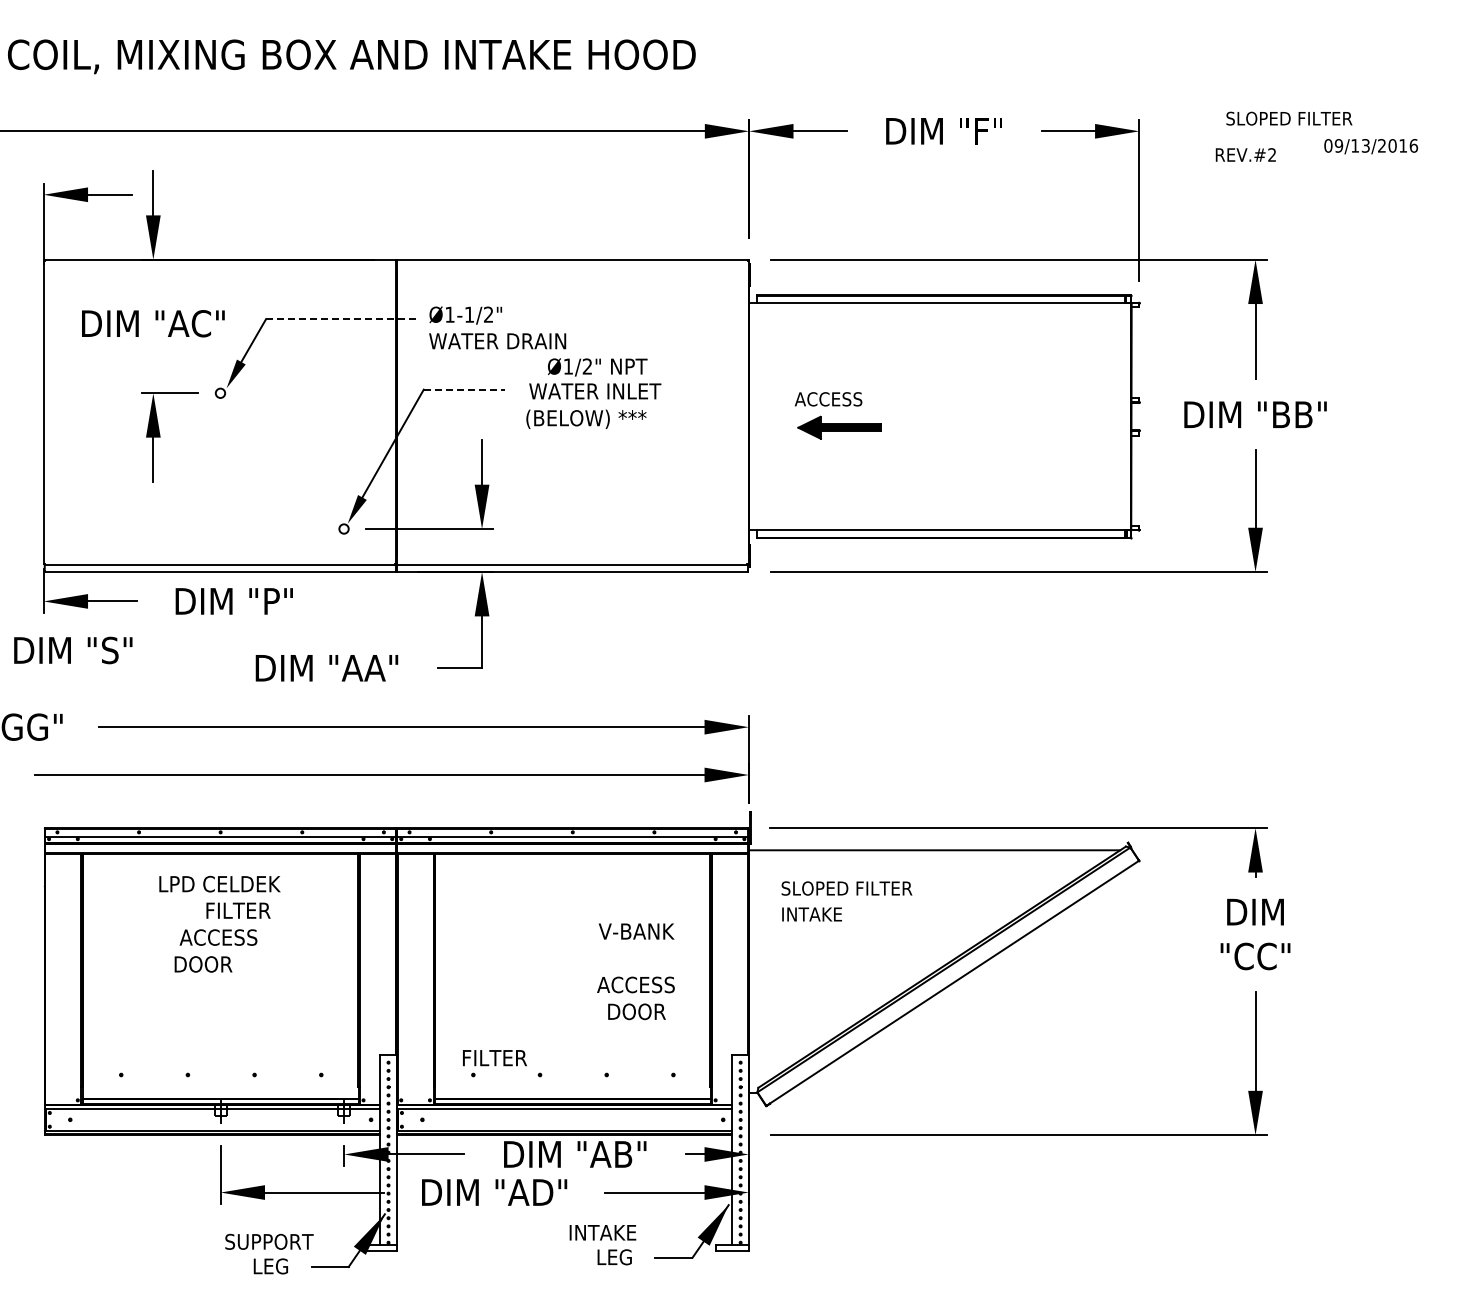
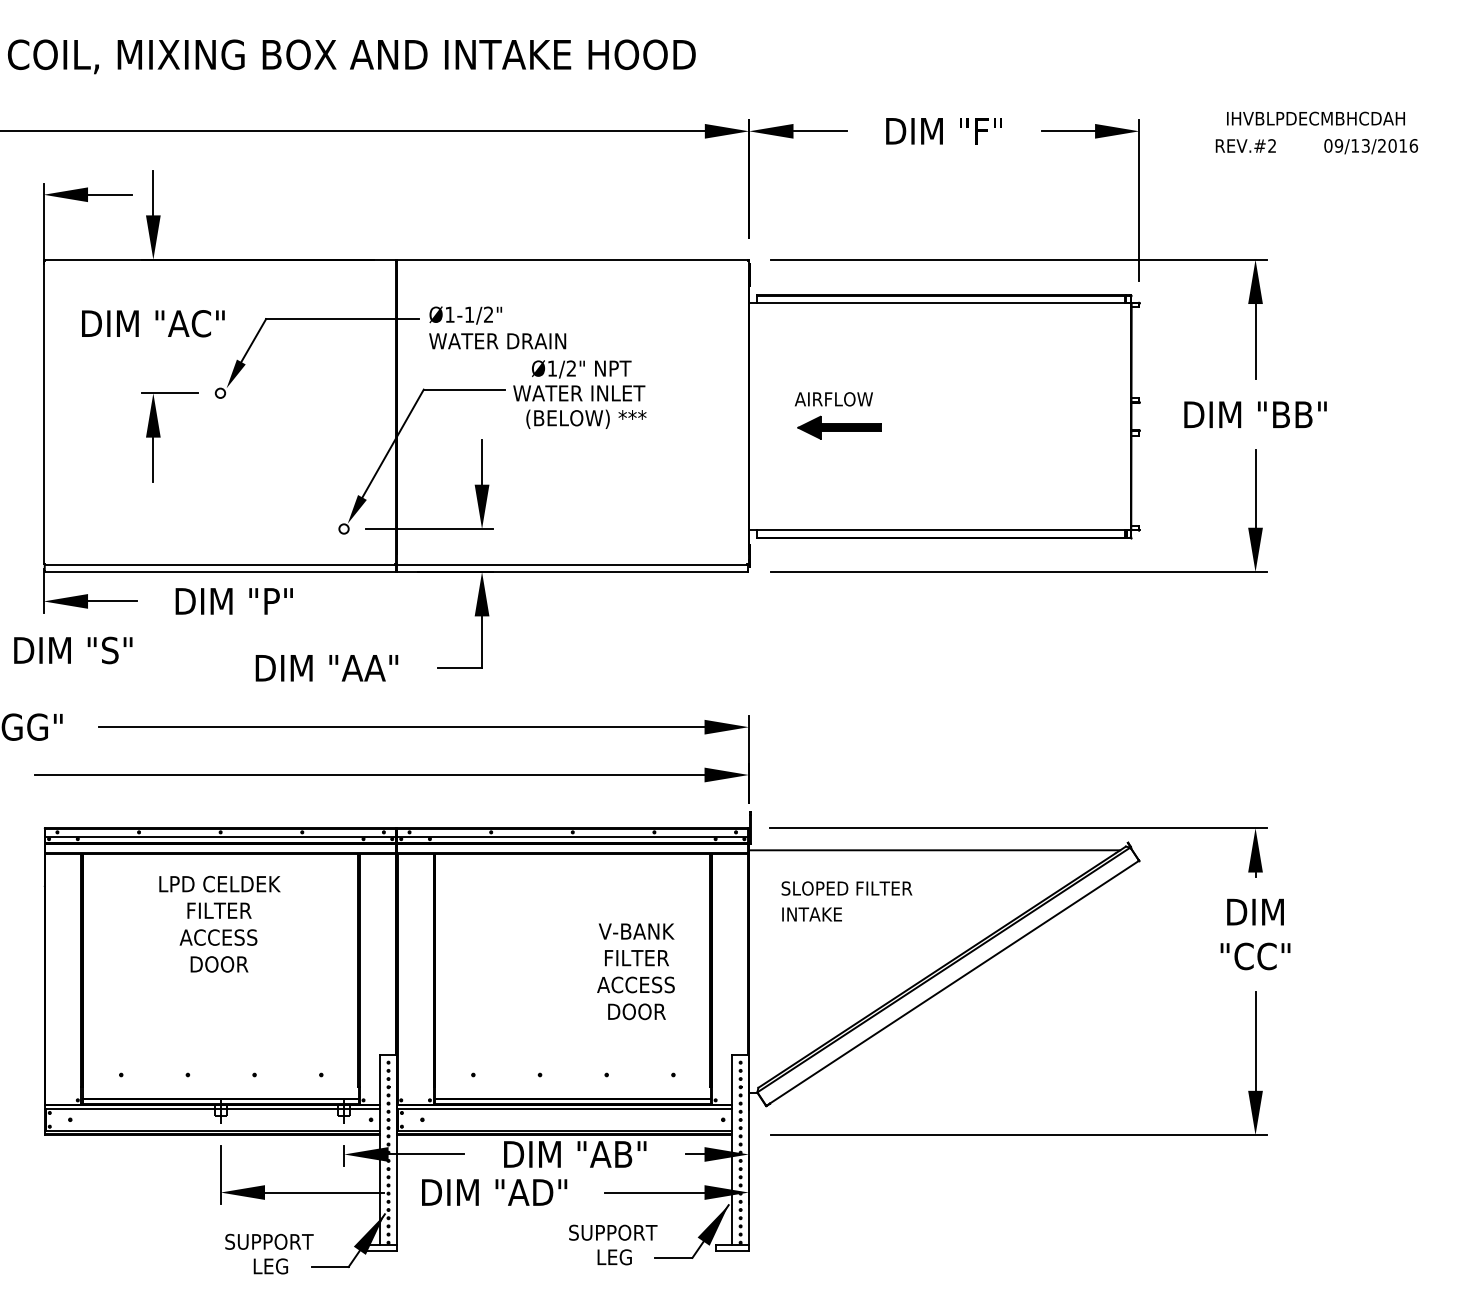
text at (1315, 118): SLOPED FILTER -> IHVBLPDECMBHCDAH
text at (1245, 154) position: (1245, 154) -> (1245, 145)
line at (342, 319): dashed -> solid
text at (595, 378) position: (595, 378) -> (579, 380)
line at (464, 389): dashed -> solid
text at (839, 399): ACCESS -> AIRFLOW
text at (238, 910) position: (238, 910) -> (219, 910)
text at (203, 964) position: (203, 964) -> (219, 964)
text at (494, 1058) position: (494, 1058) -> (636, 958)
text at (613, 1232): INTAKE -> SUPPORT
